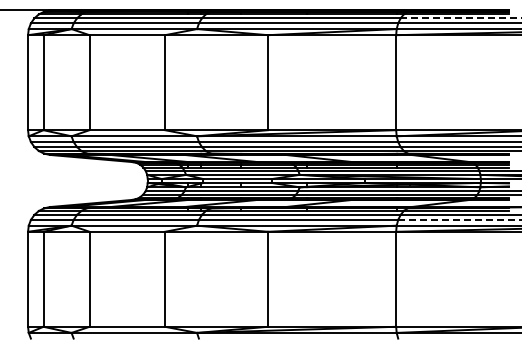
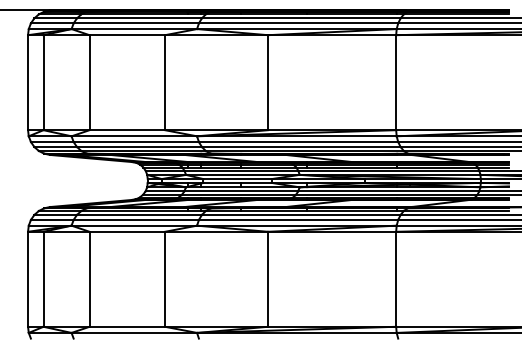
line at (460, 18): dashed -> solid
line at (459, 219): dashed -> solid
